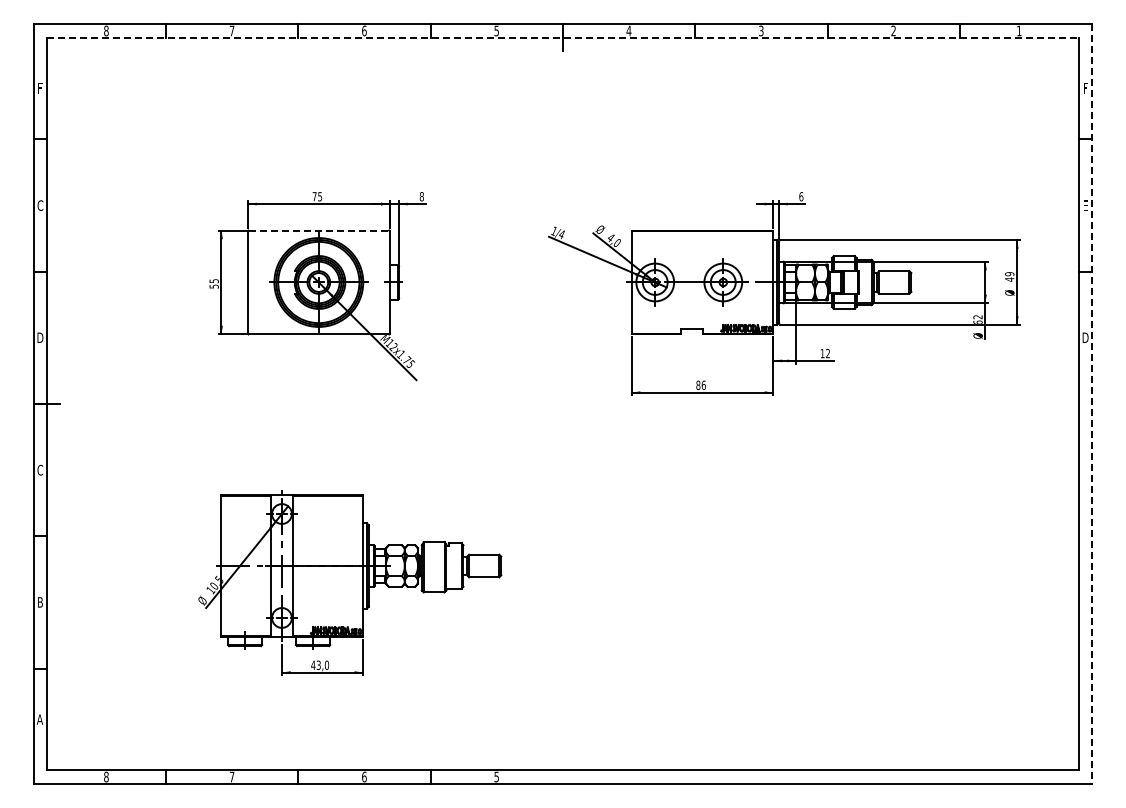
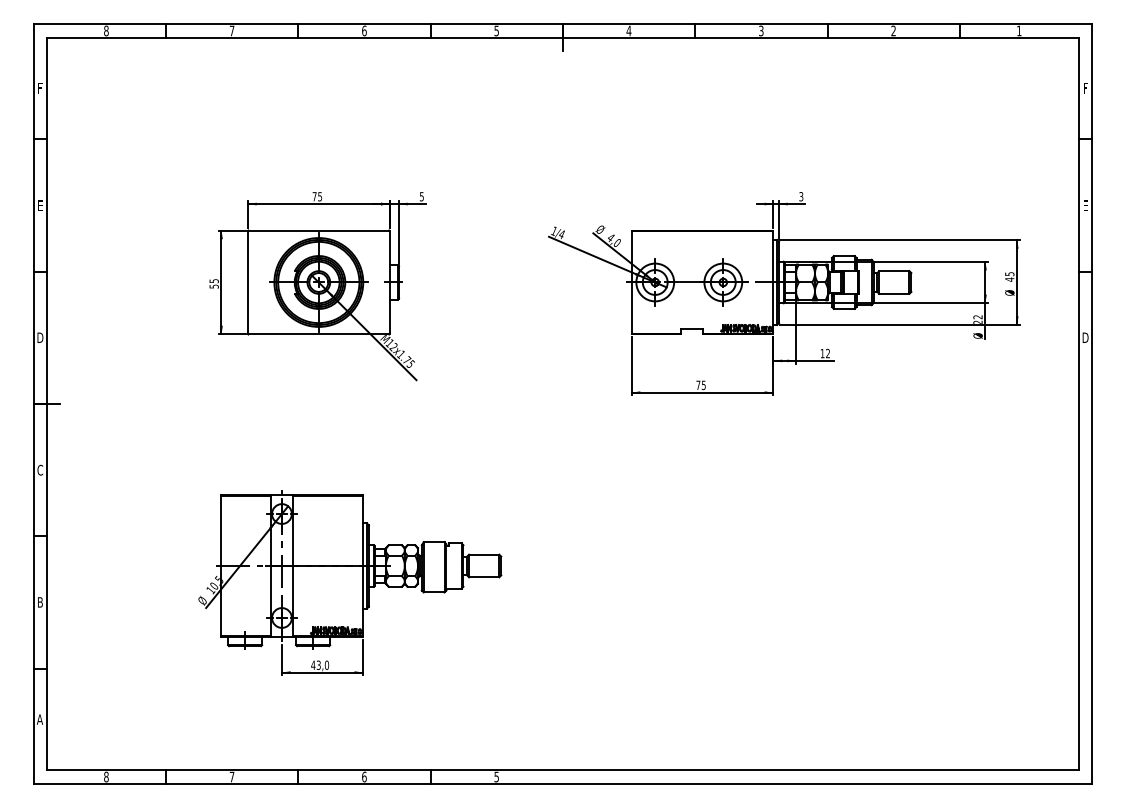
line at (563, 37): dashed -> solid
text at (421, 196): 8 -> 5
text at (801, 196): 6 -> 3
text at (40, 205): C -> E
line at (319, 230): dashed -> solid
text at (1009, 274): 49 -> 45
text at (977, 321): 62 -> 22
text at (700, 385): 86 -> 75
line at (1092, 404): dashed -> solid
